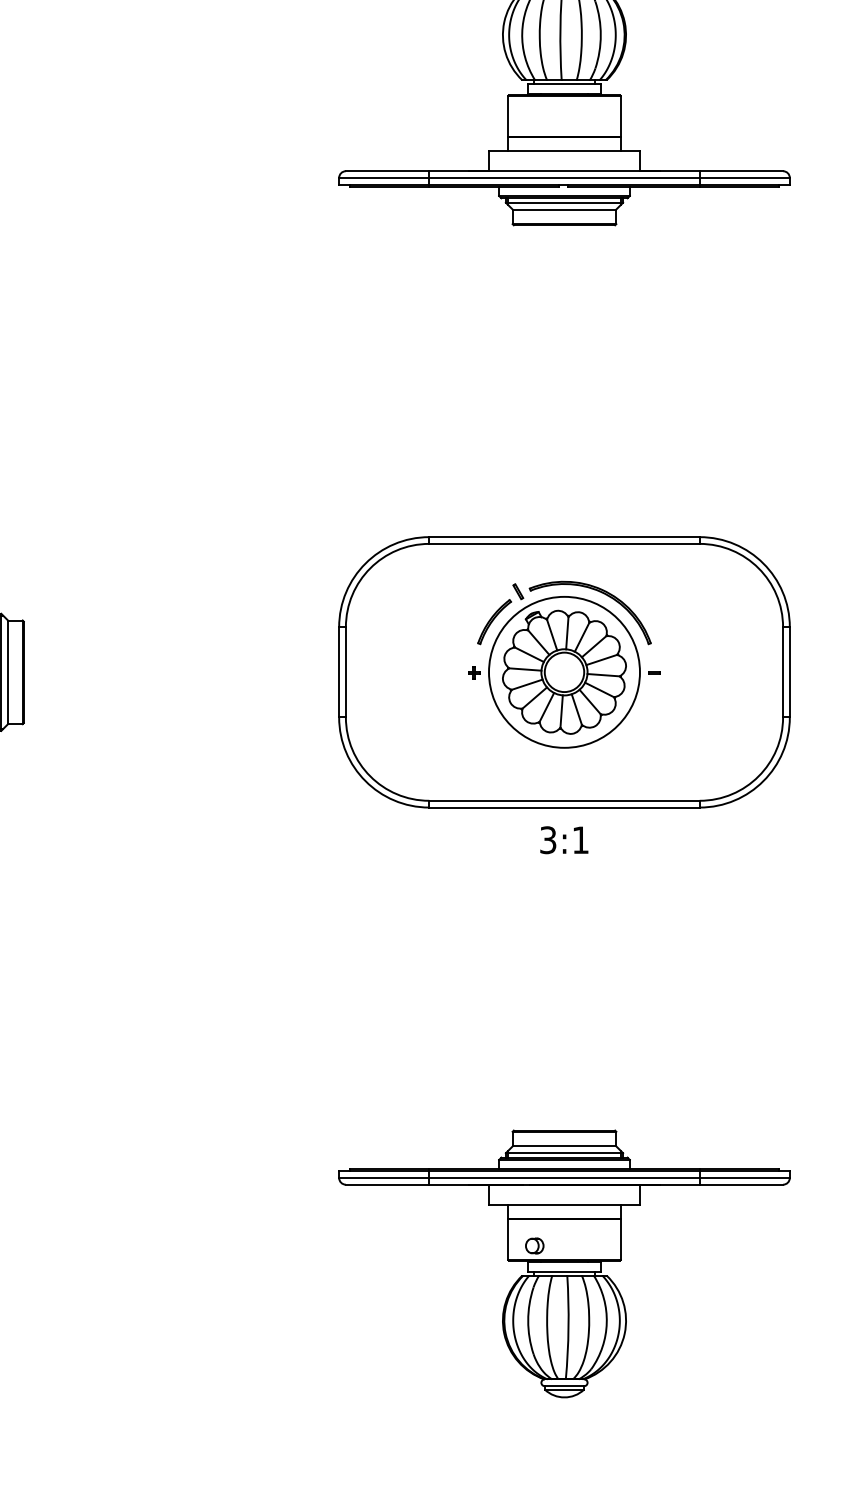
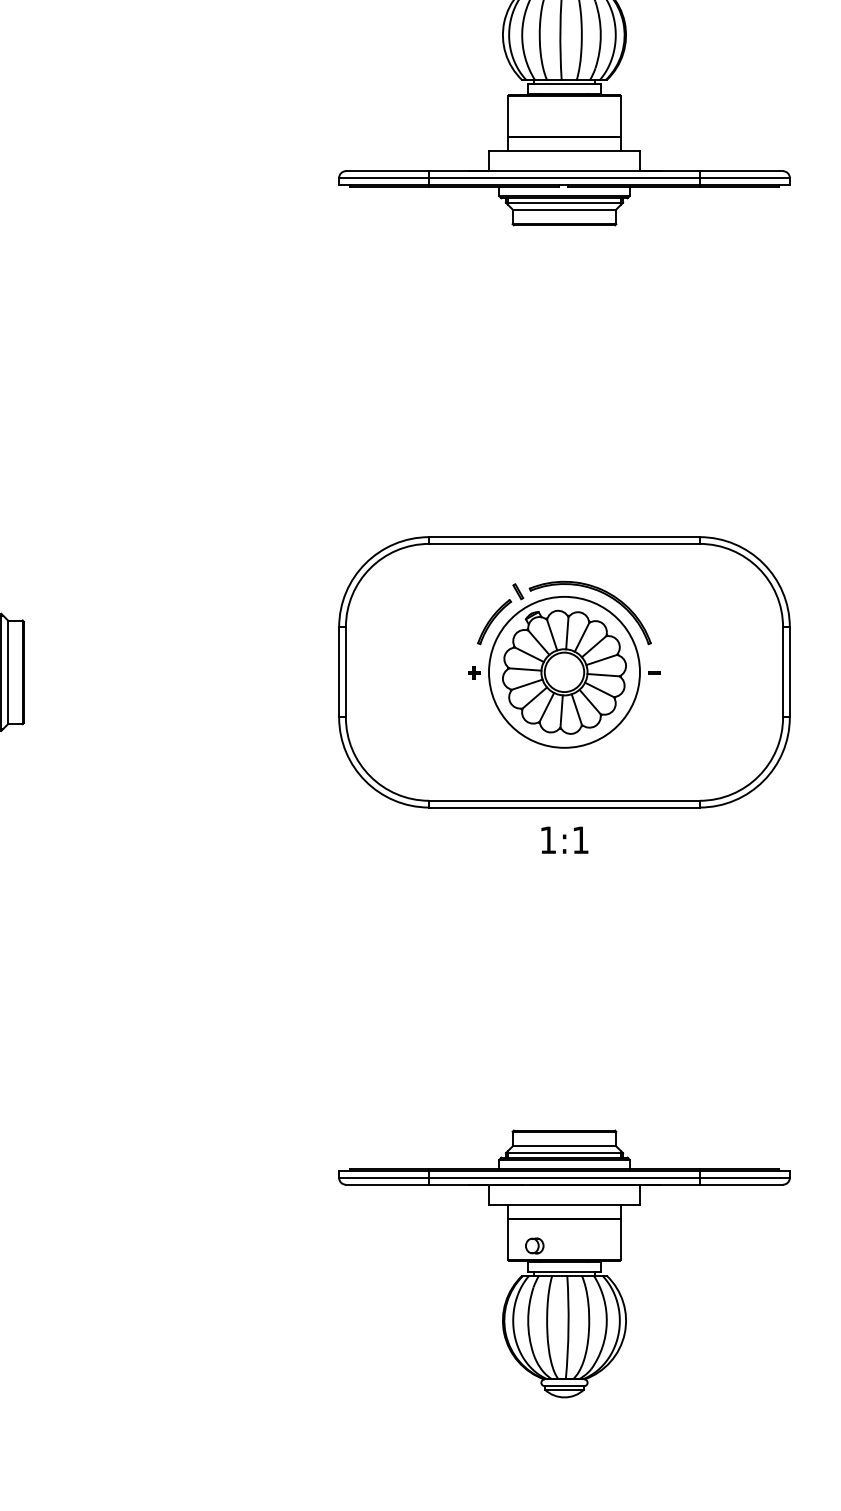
text at (548, 840): 3:1 -> 1:1
